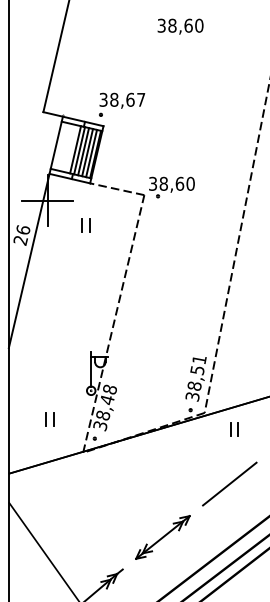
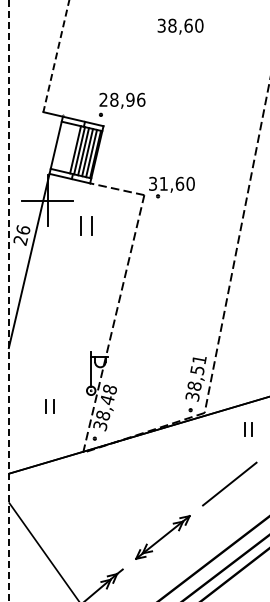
line at (56, 56): solid -> dashed
text at (122, 99): 38,67 -> 28,96
text at (163, 183): 38,60 -> 31,60
part at (85, 225) size: 10x15 px -> 13x20 px
line at (8, 300): solid -> dashed
part at (49, 419) position: (49, 419) -> (49, 406)
part at (234, 429) position: (234, 429) -> (248, 429)
